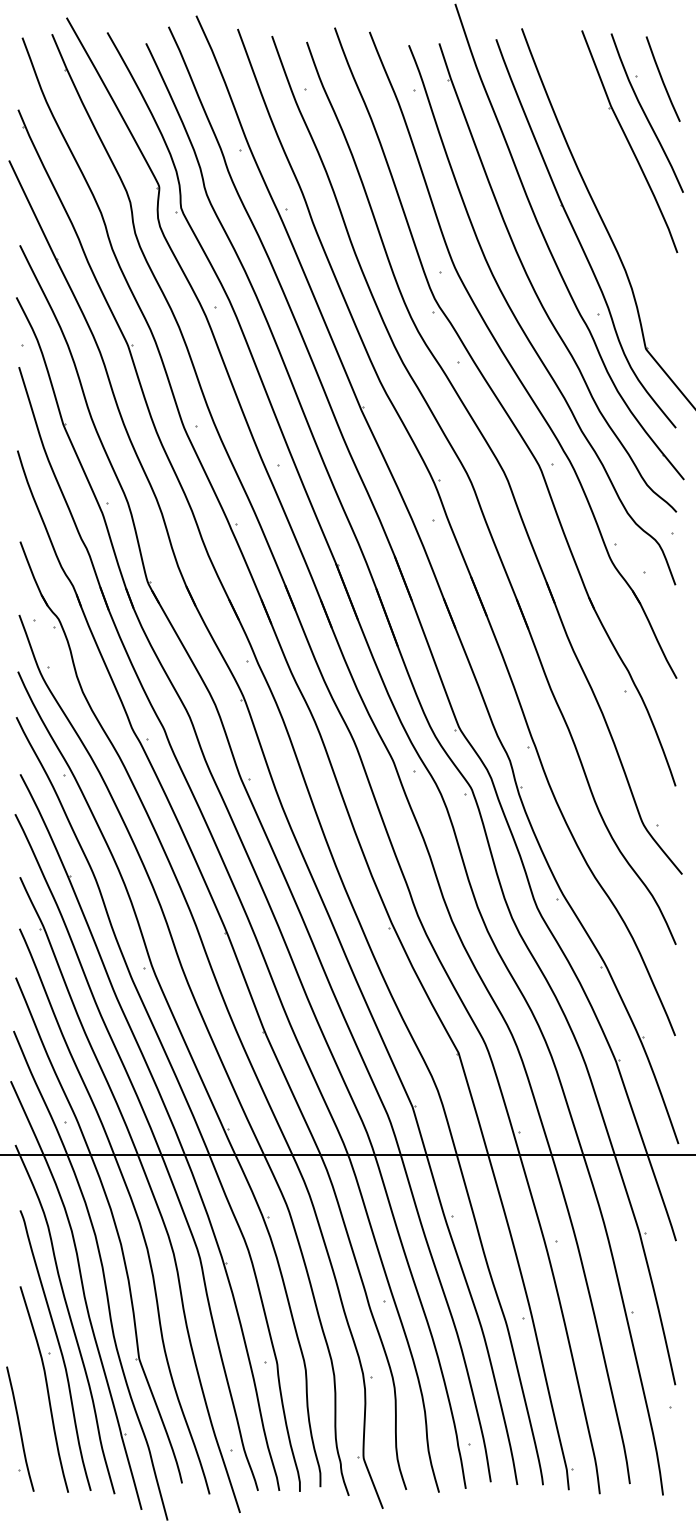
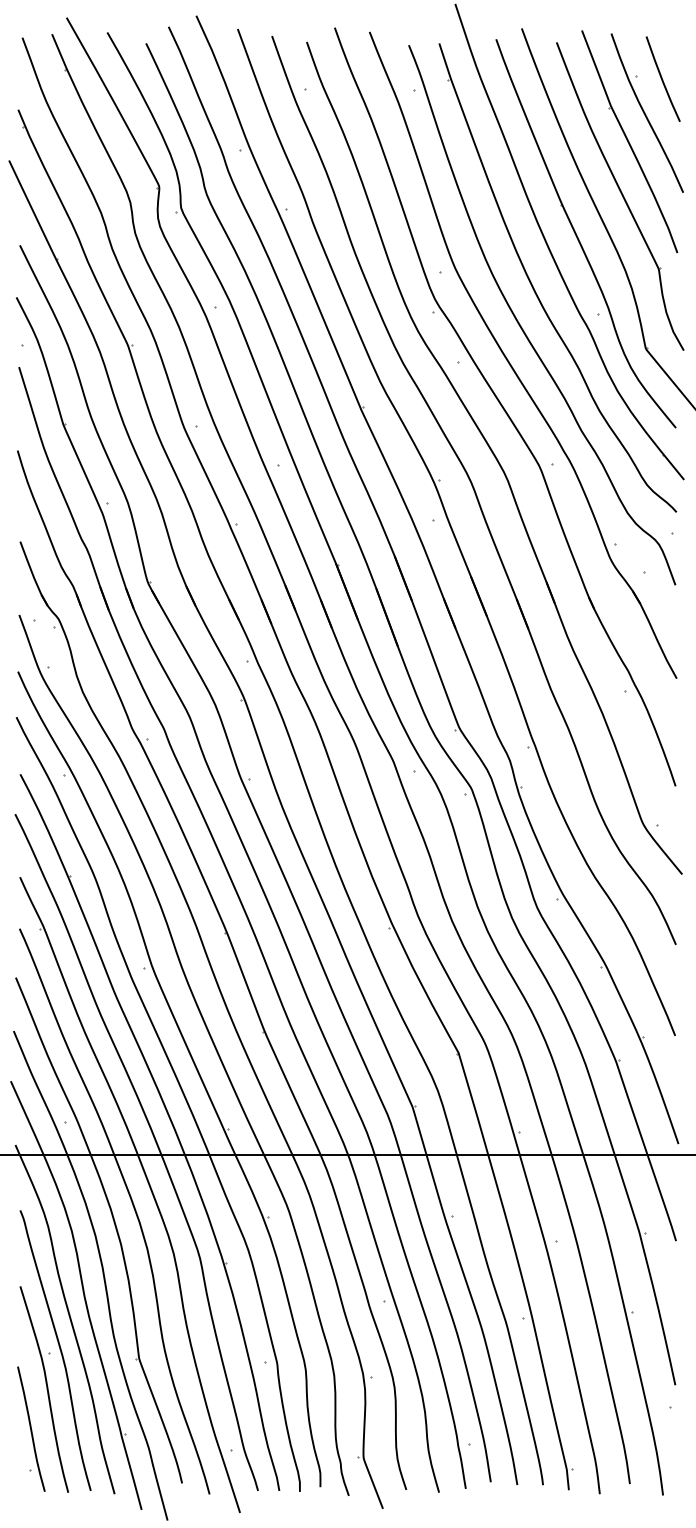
part at (620, 196): none -> present
part at (20, 1428) position: (20, 1428) -> (31, 1428)
